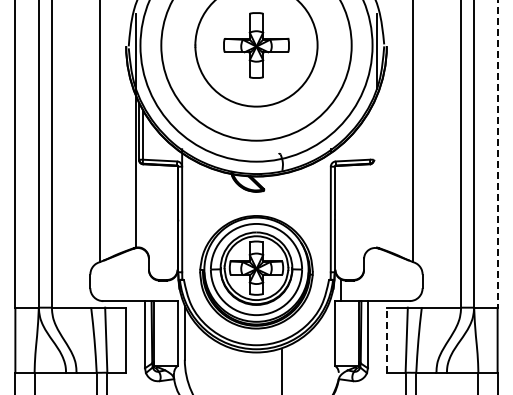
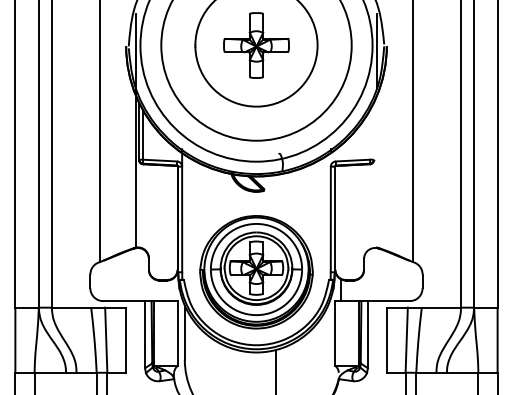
line at (497, 154): dashed -> solid
line at (386, 340): dashed -> solid
line at (282, 370) position: (282, 370) -> (276, 370)
